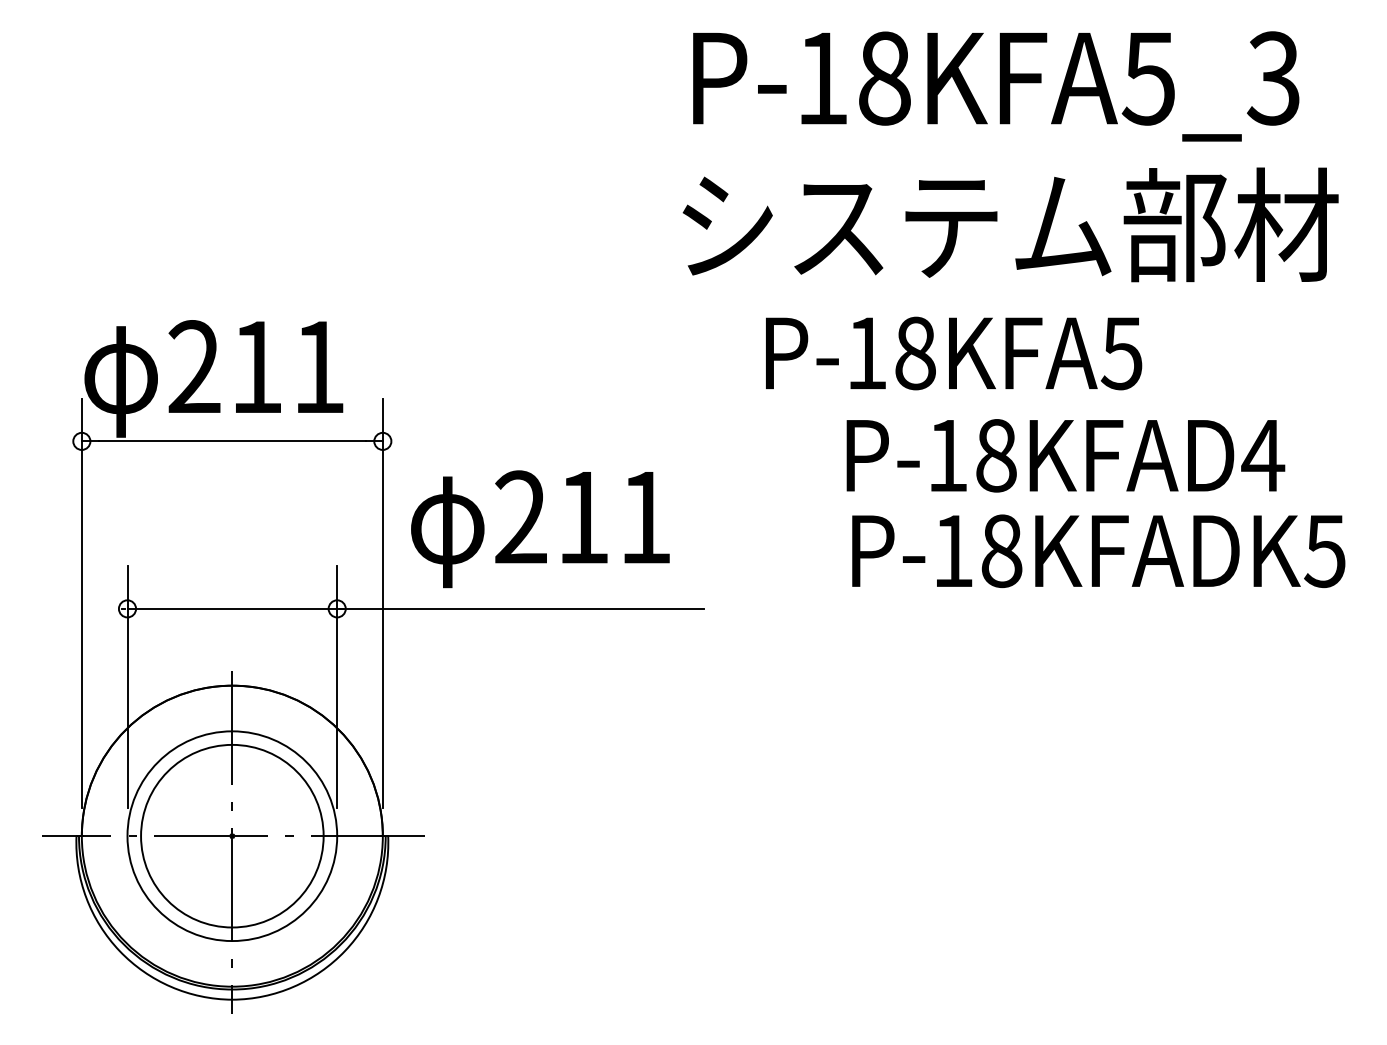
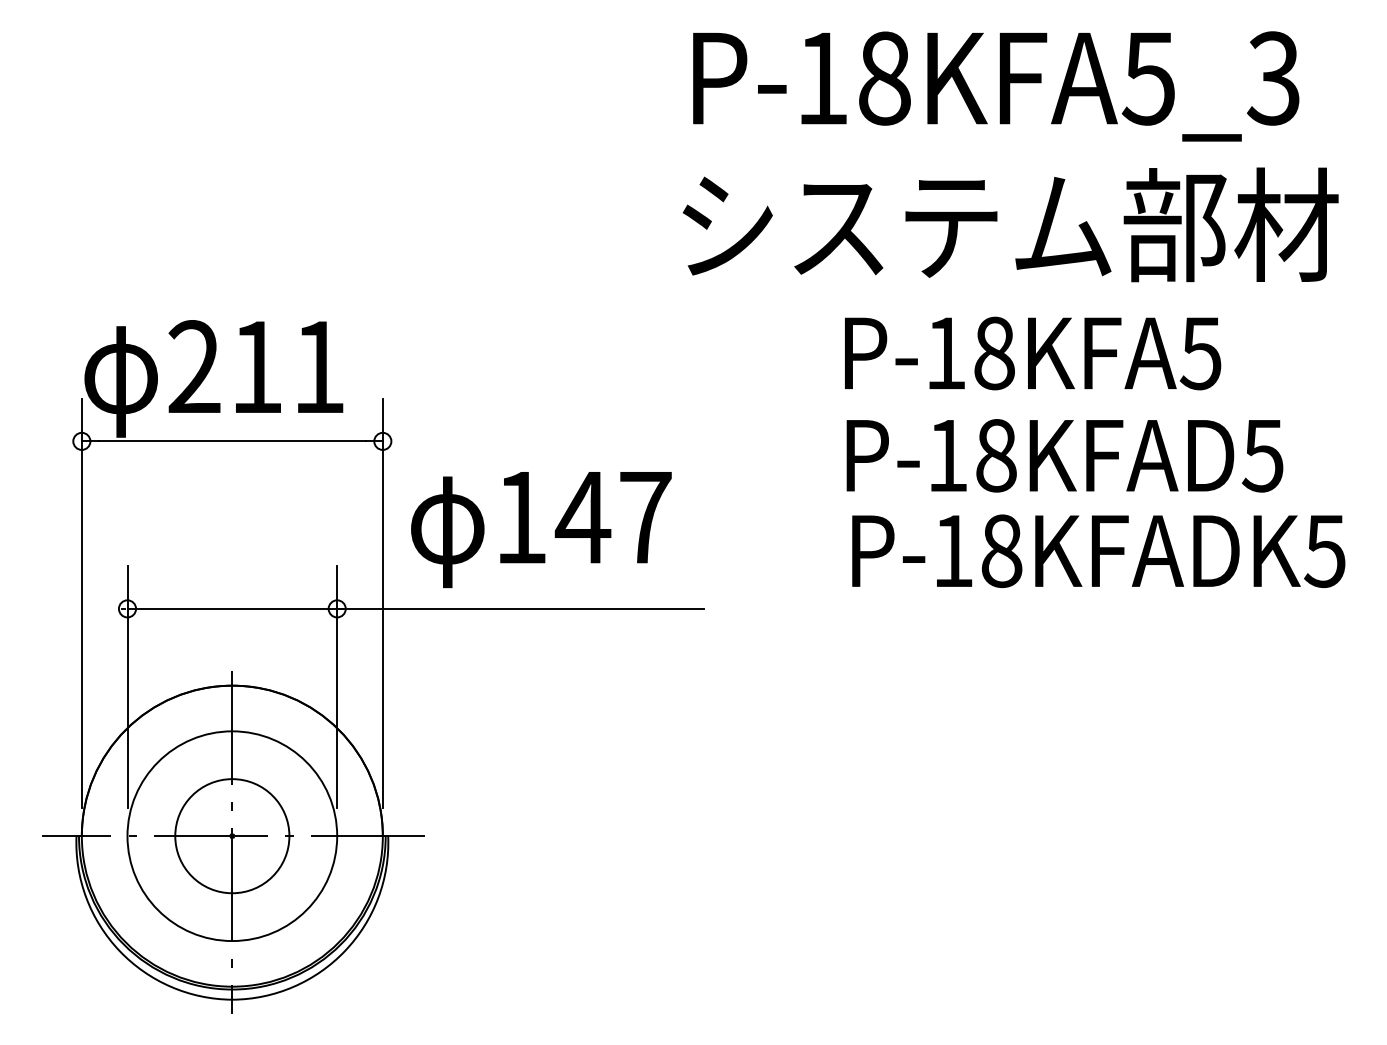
text at (954, 353) position: (954, 353) -> (1033, 353)
text at (1263, 456): P-18KFAD4 -> P-18KFAD5
text at (583, 516): 211 -> 147
circle at (232, 835) diameter: 183 px -> 114 px
